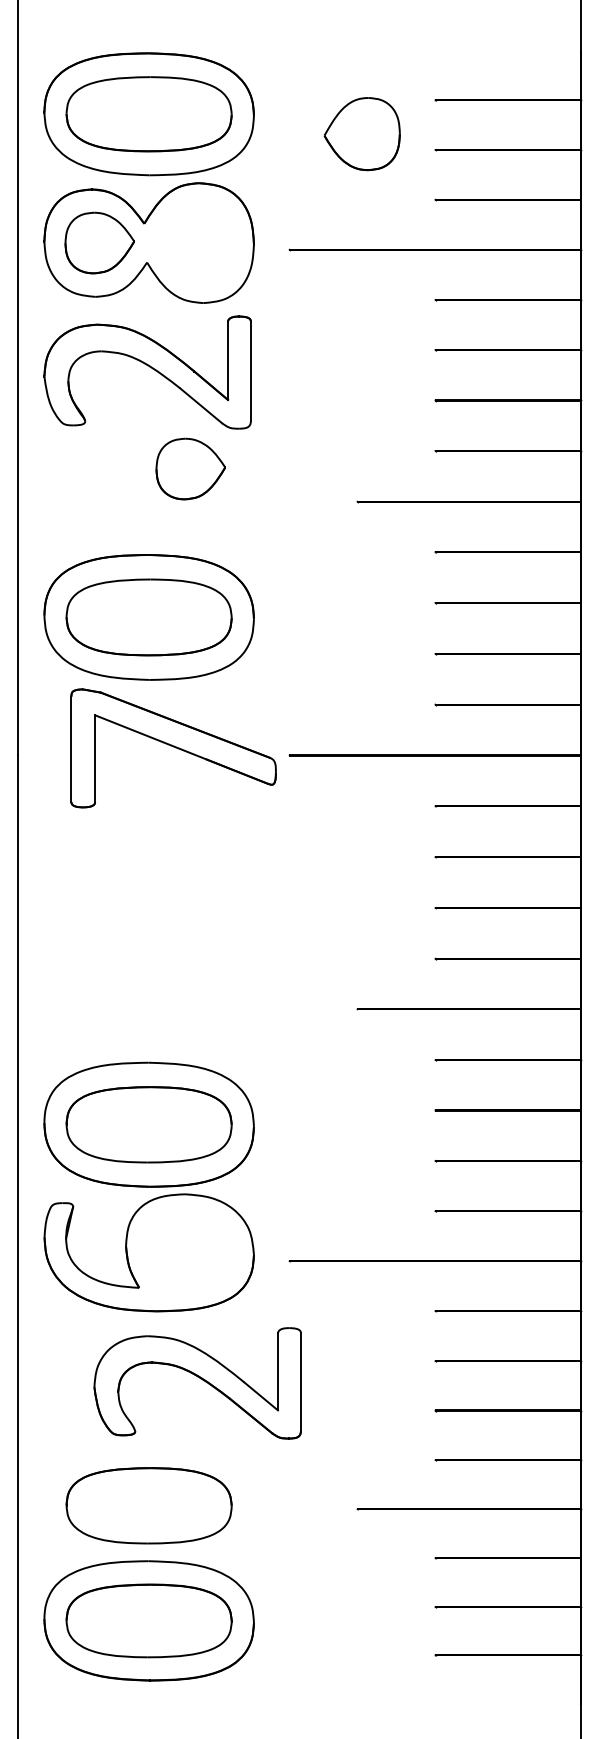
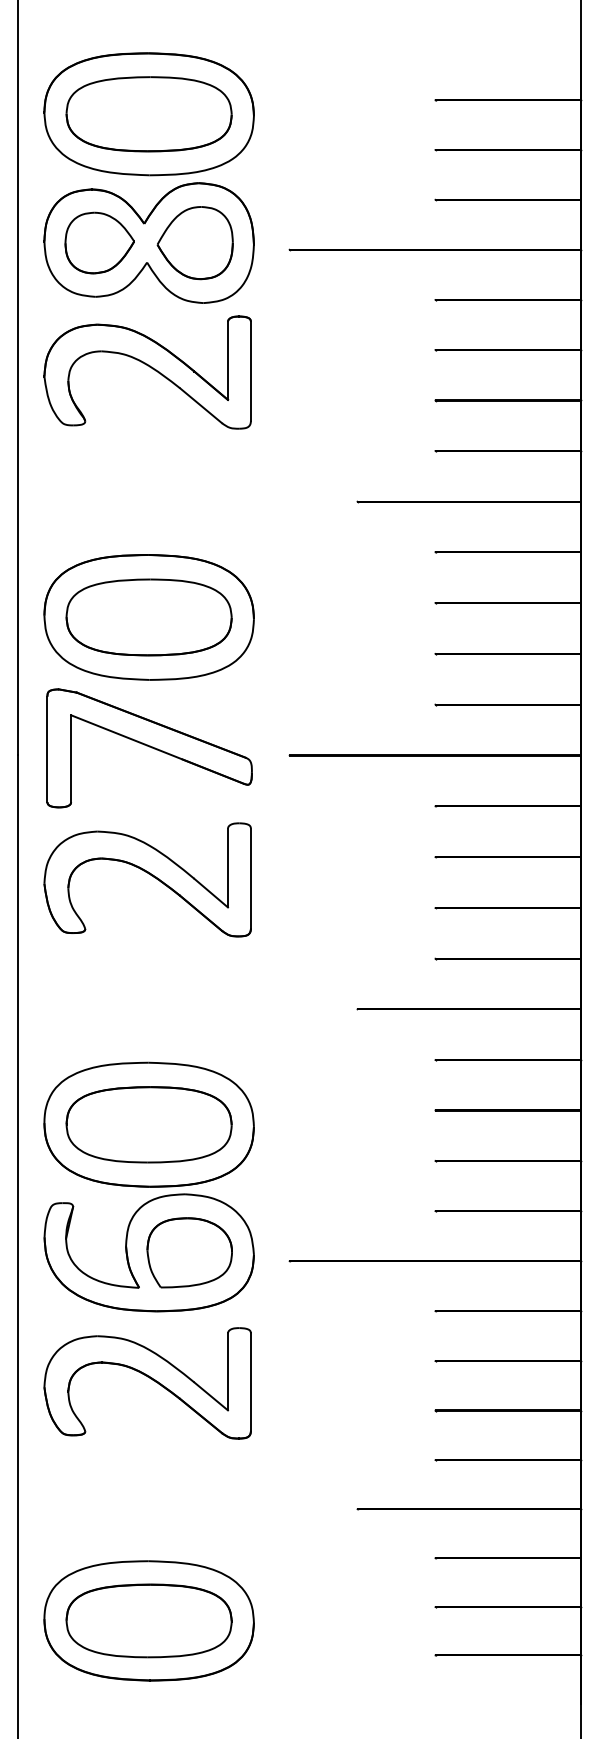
part at (361, 134) position: (361, 134) -> (194, 243)
part at (190, 468): present -> none
part at (173, 748) position: (173, 748) -> (149, 748)
part at (147, 879): none -> present
part at (189, 1252): none -> present
part at (197, 1383) position: (197, 1383) -> (147, 1383)
part at (148, 1505): present -> none
